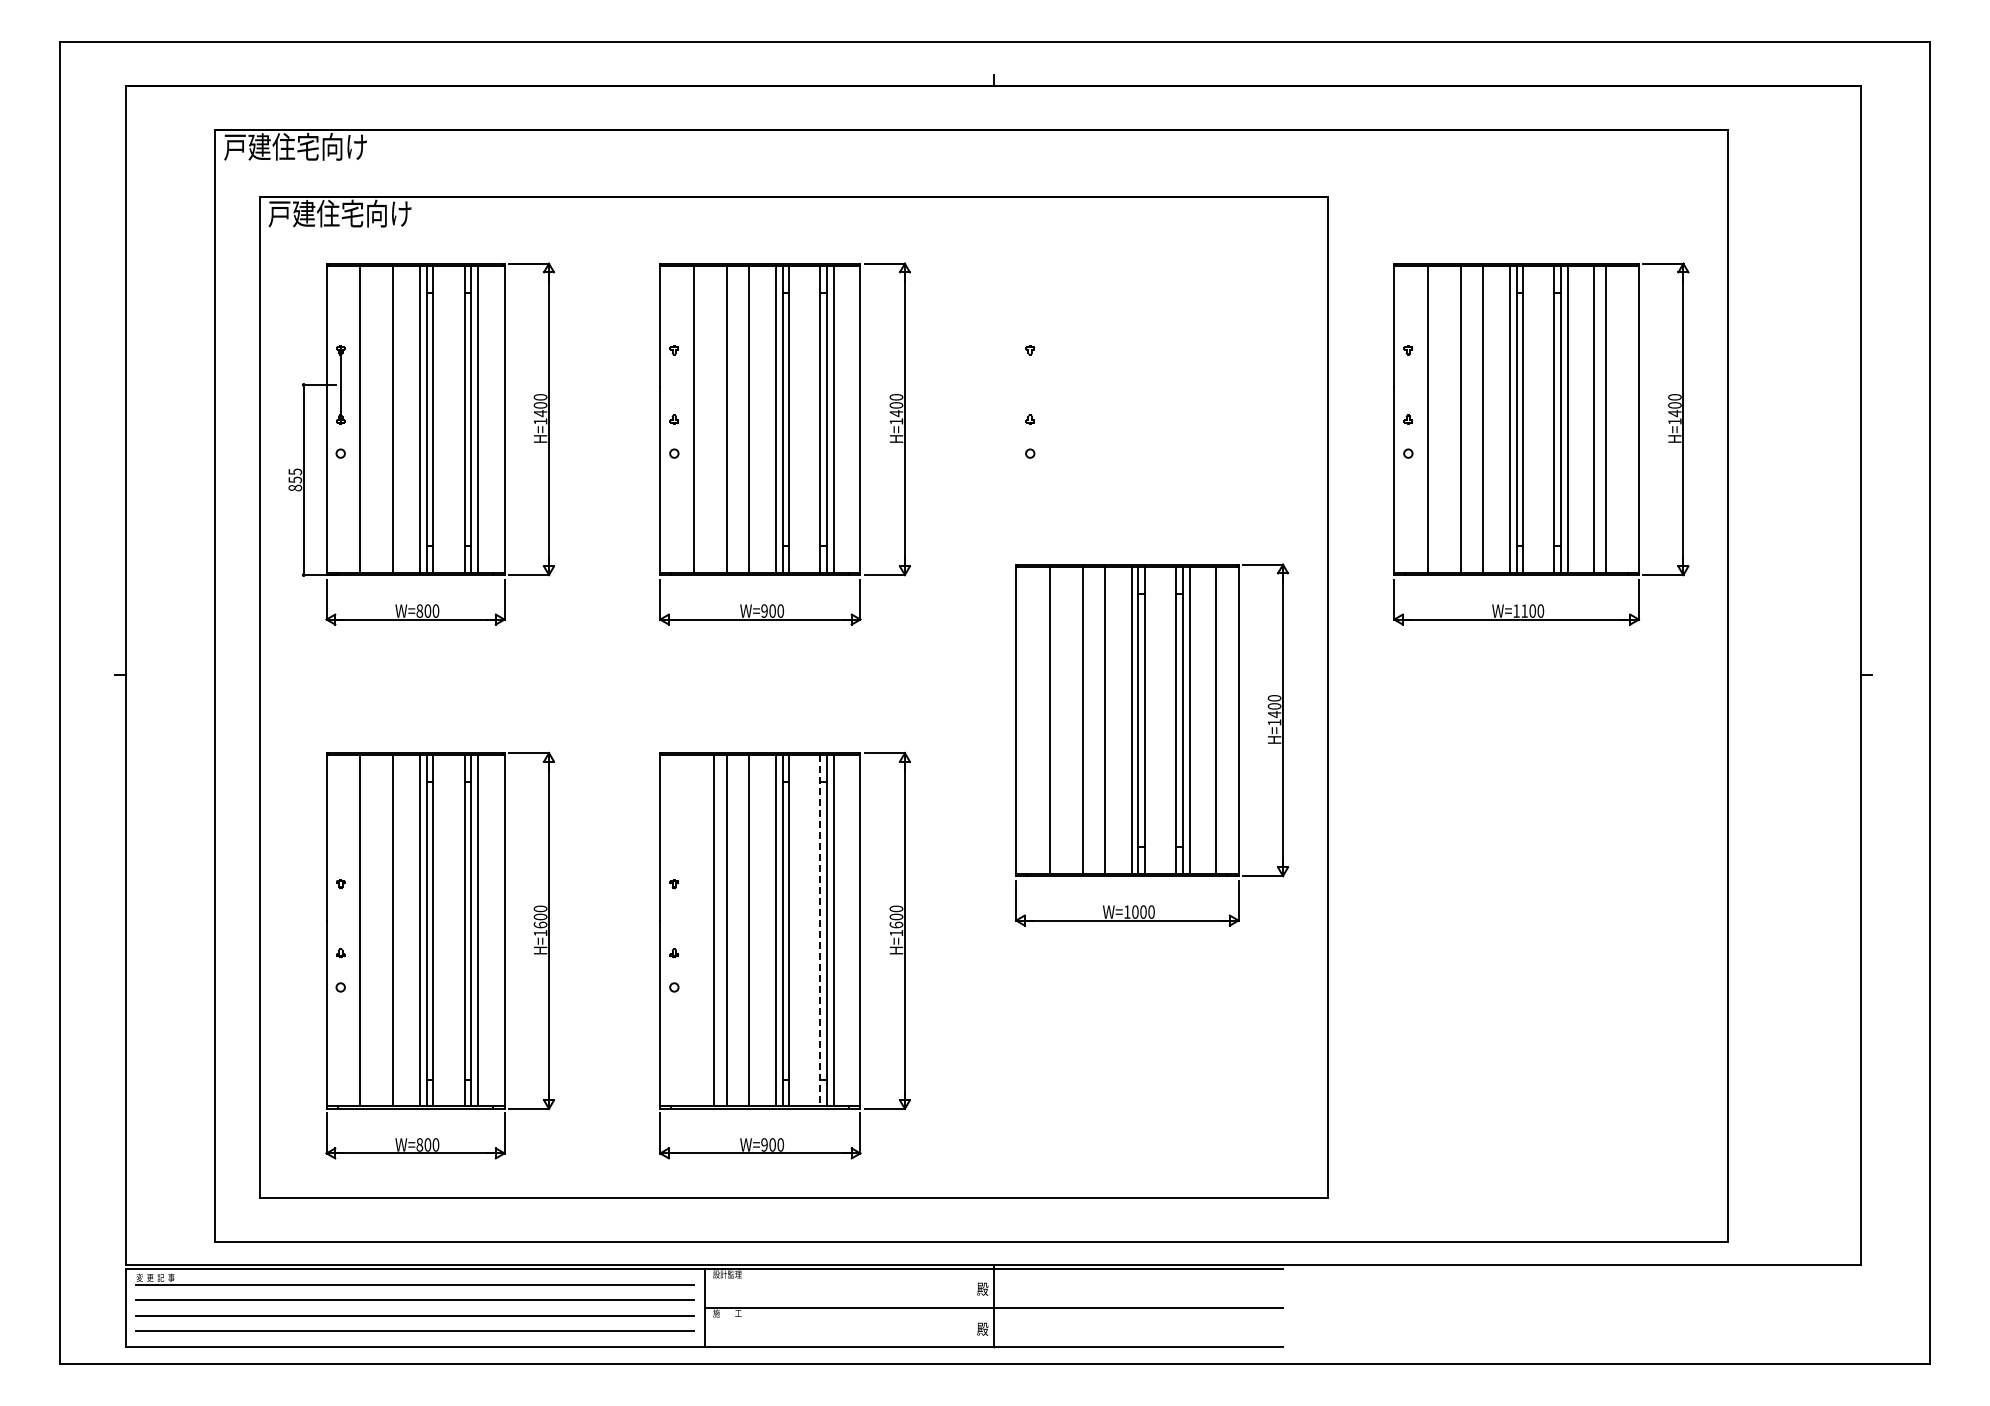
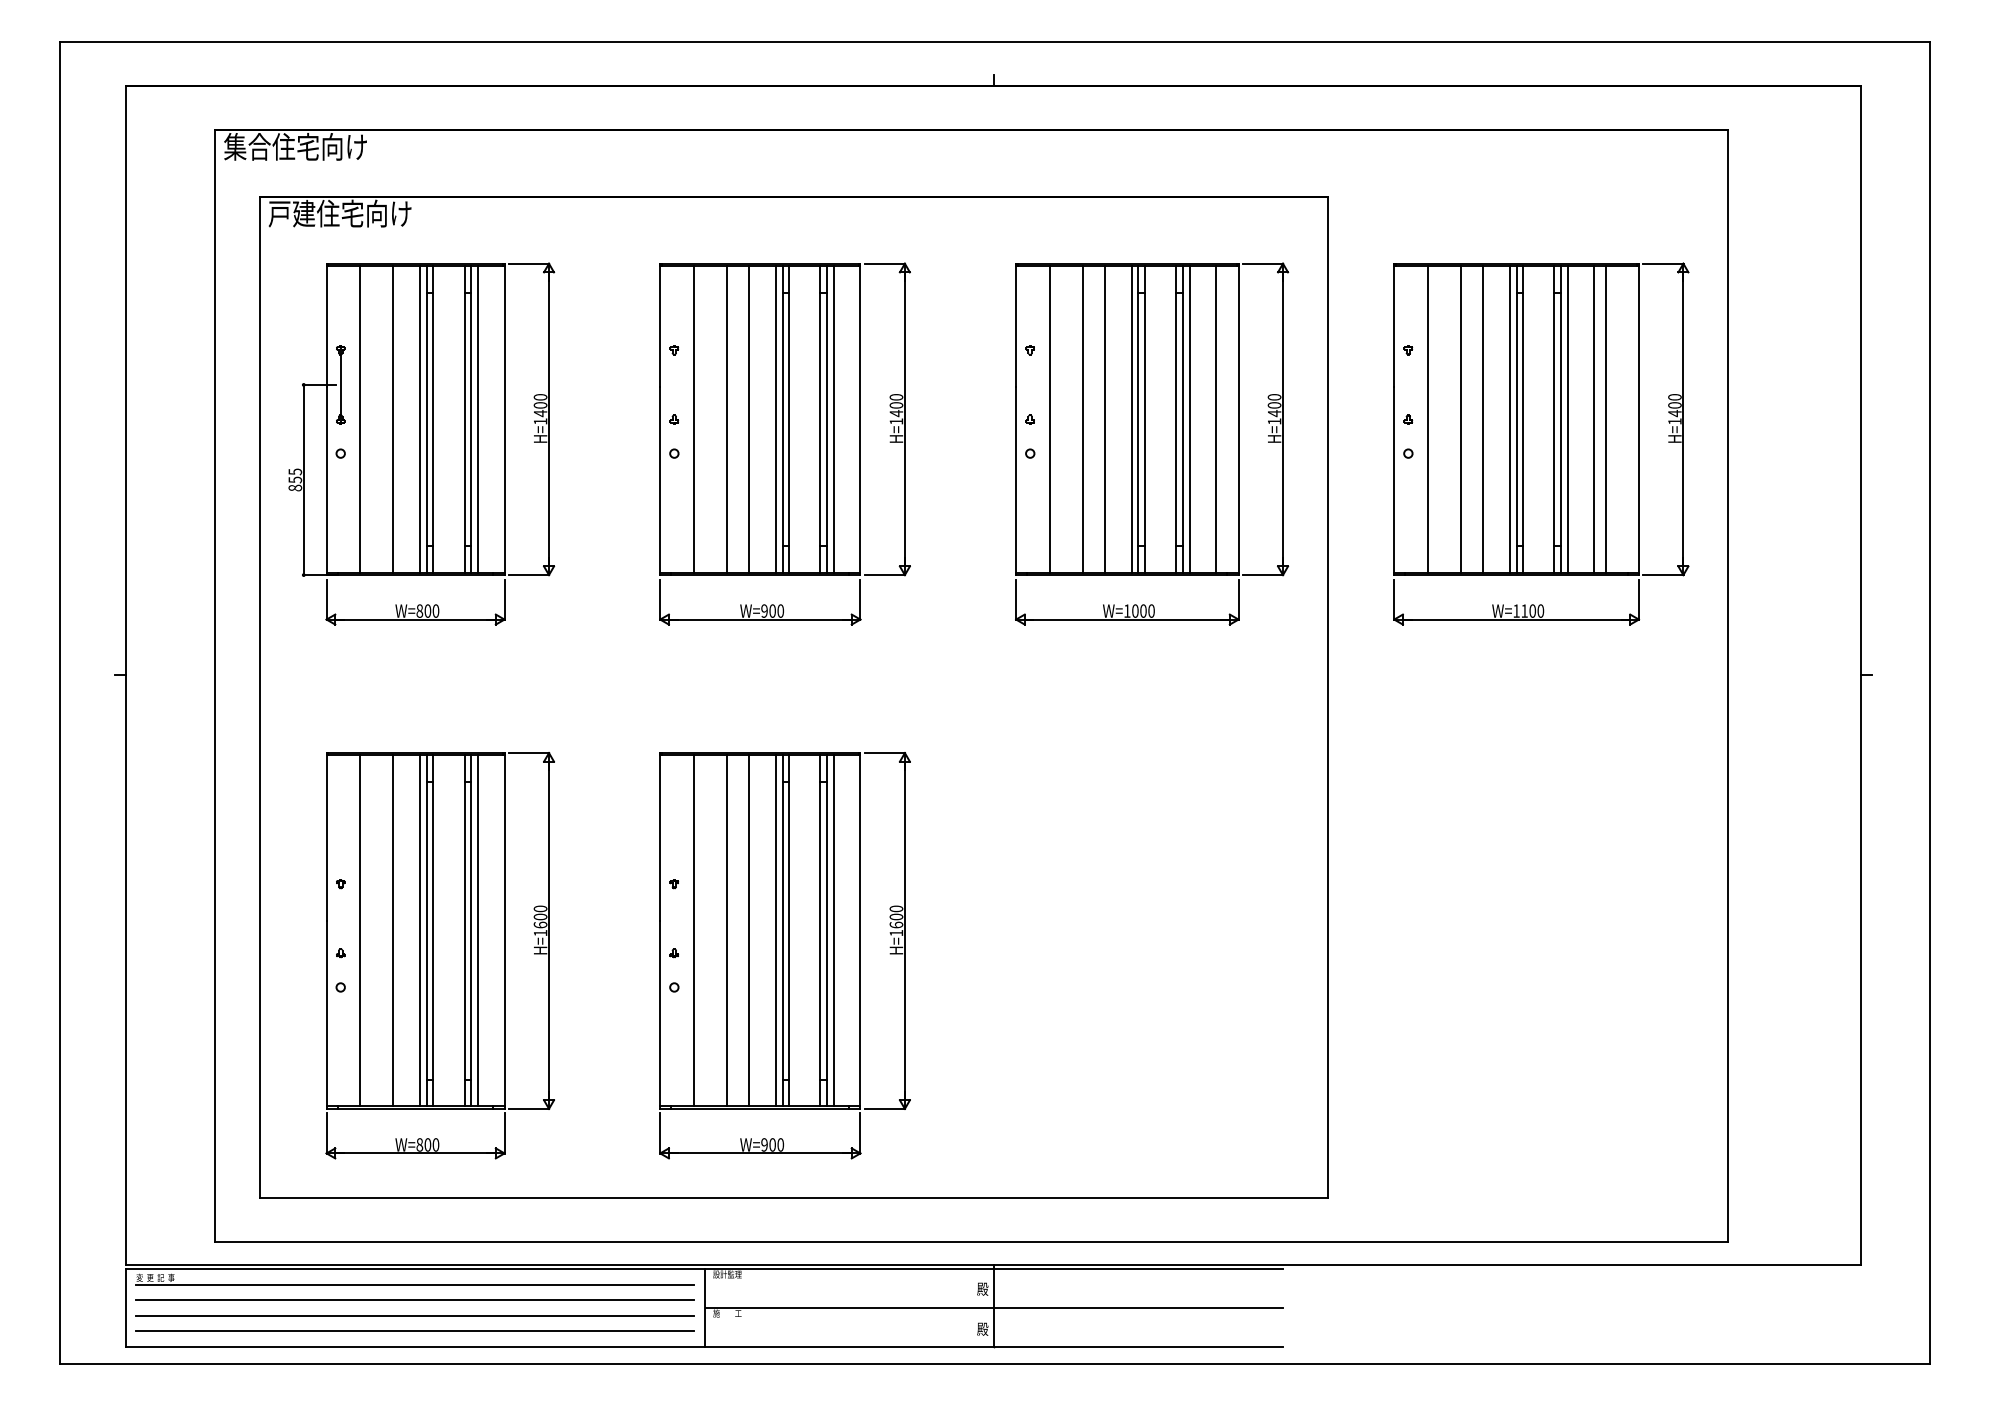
text at (247, 146): 戸建住宅向け -> 集合住宅向け
part at (1152, 744) position: (1152, 744) -> (1152, 443)
line at (713, 930) position: (713, 930) -> (693, 930)
line at (820, 931): dashed -> solid
